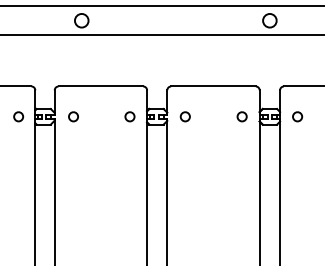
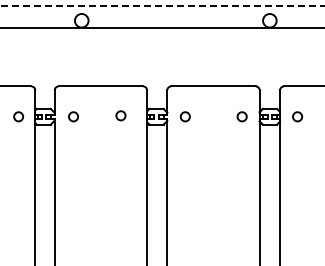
line at (162, 6): solid -> dashed
line at (161, 35) position: (161, 35) -> (161, 28)
part at (129, 116) position: (129, 116) -> (120, 115)
